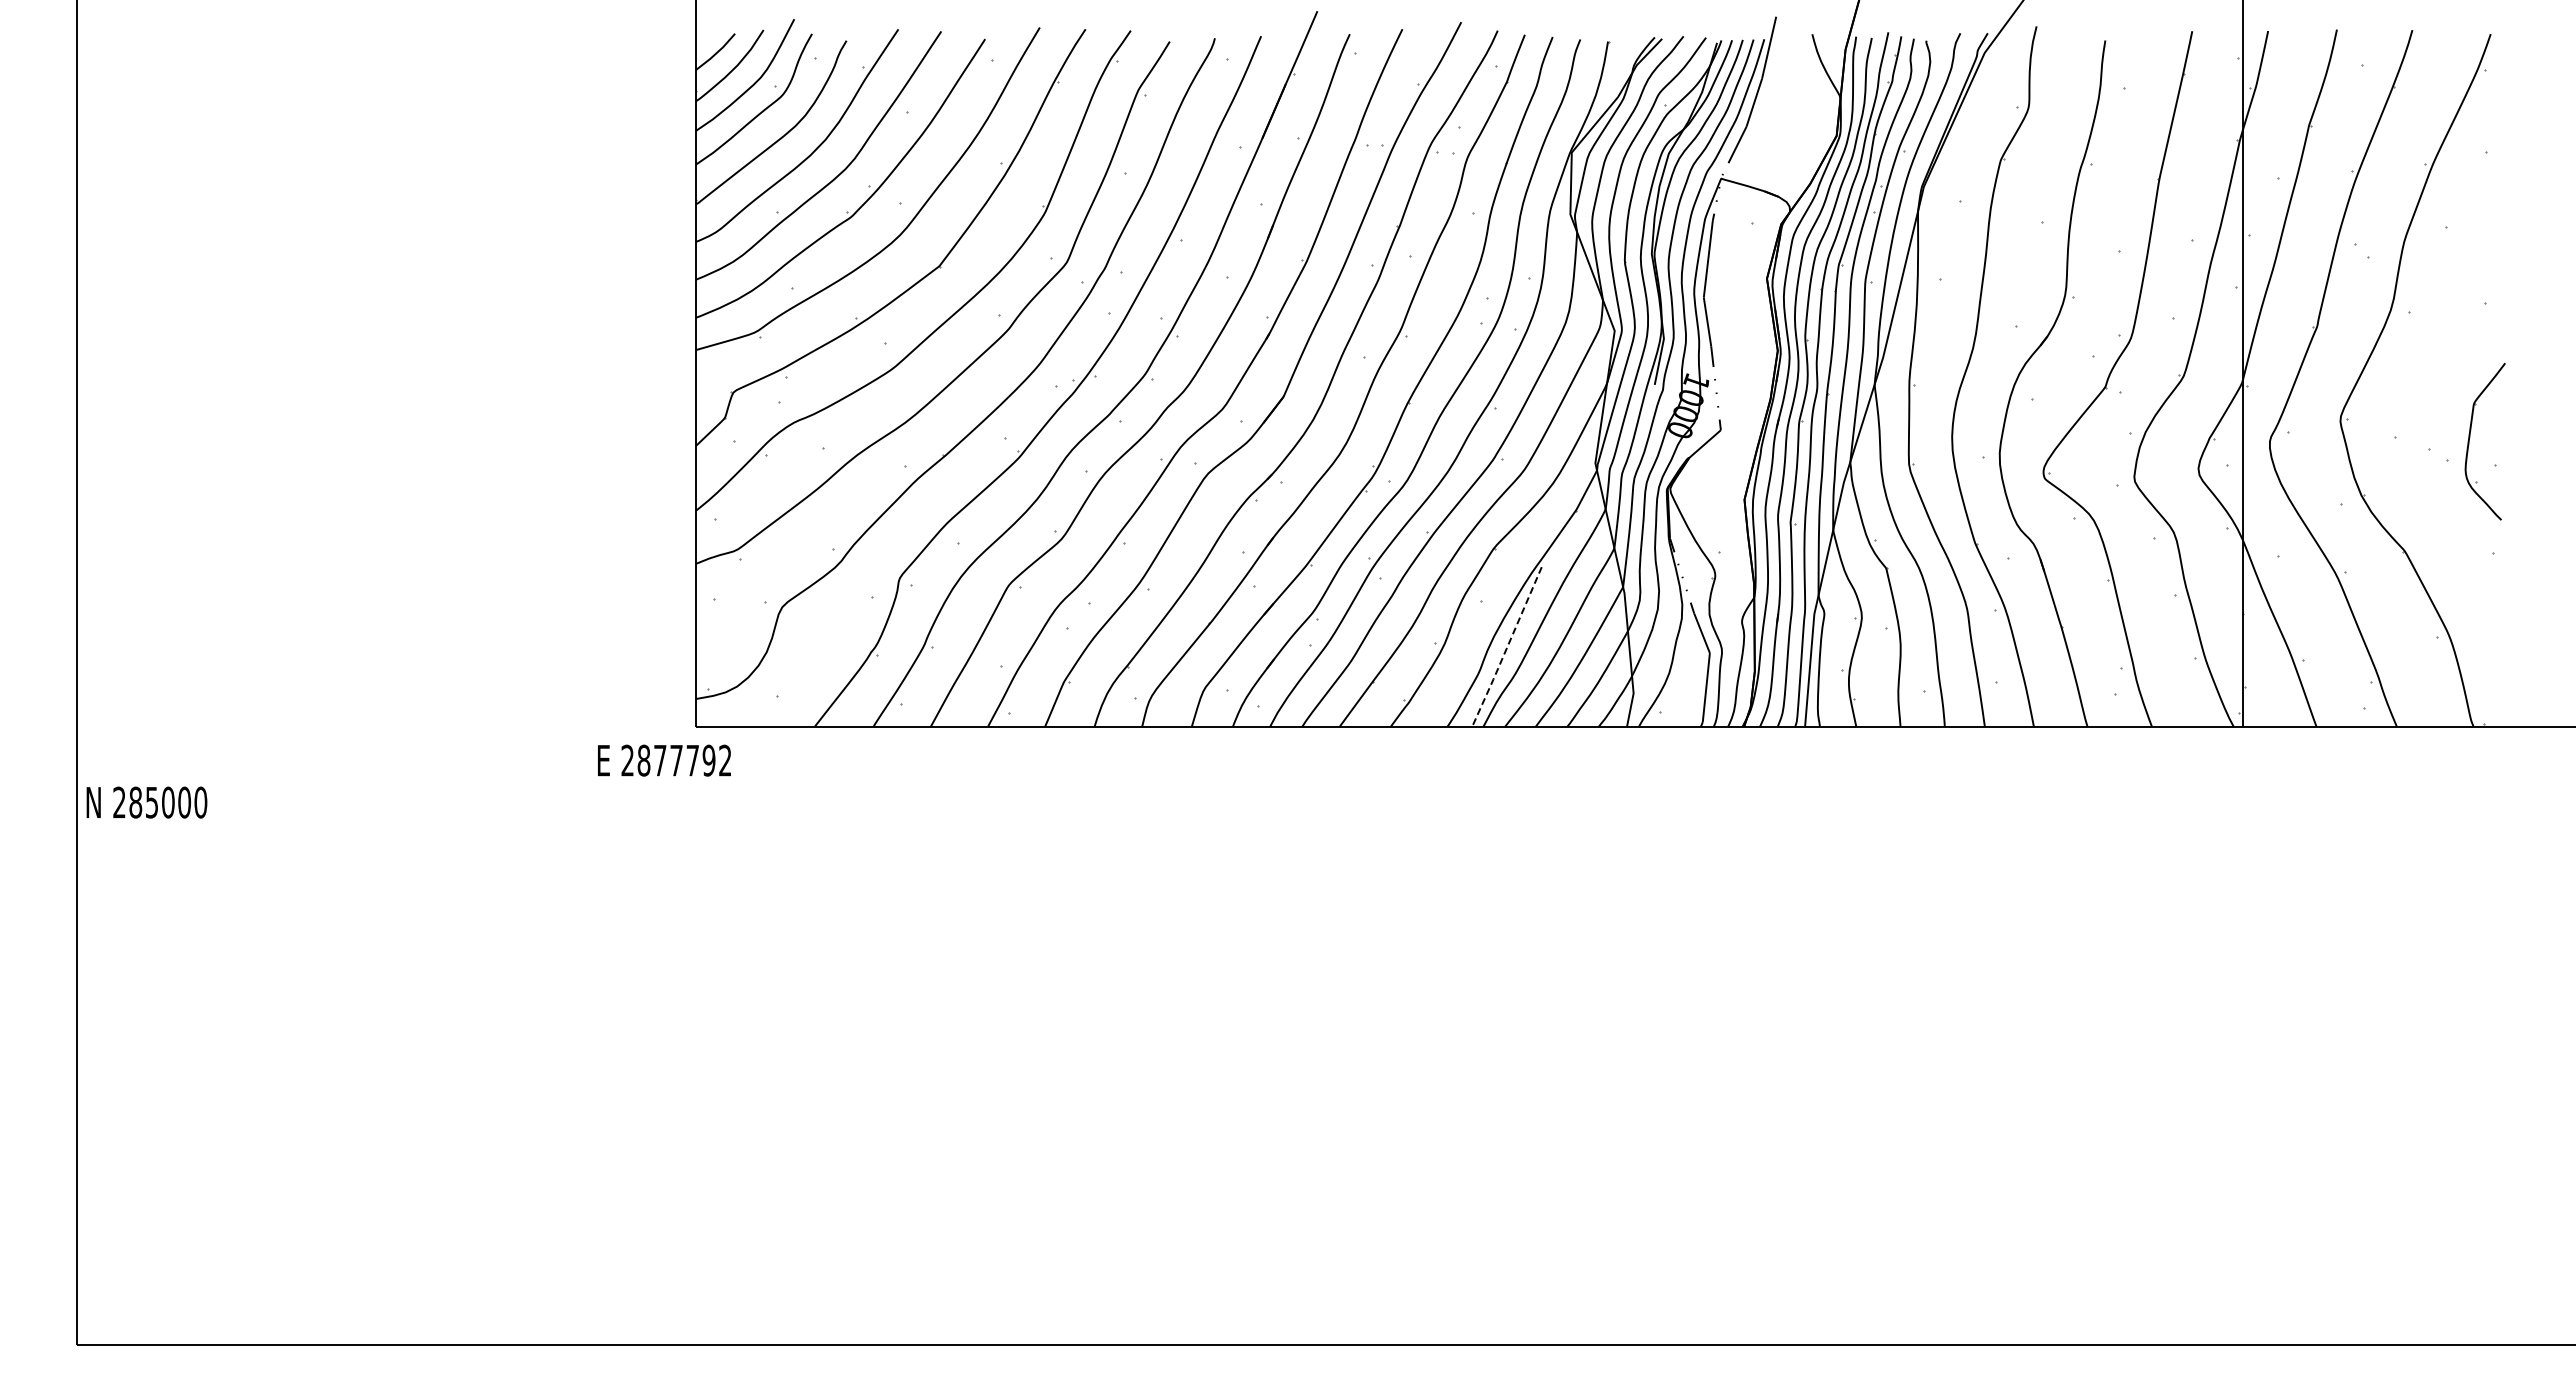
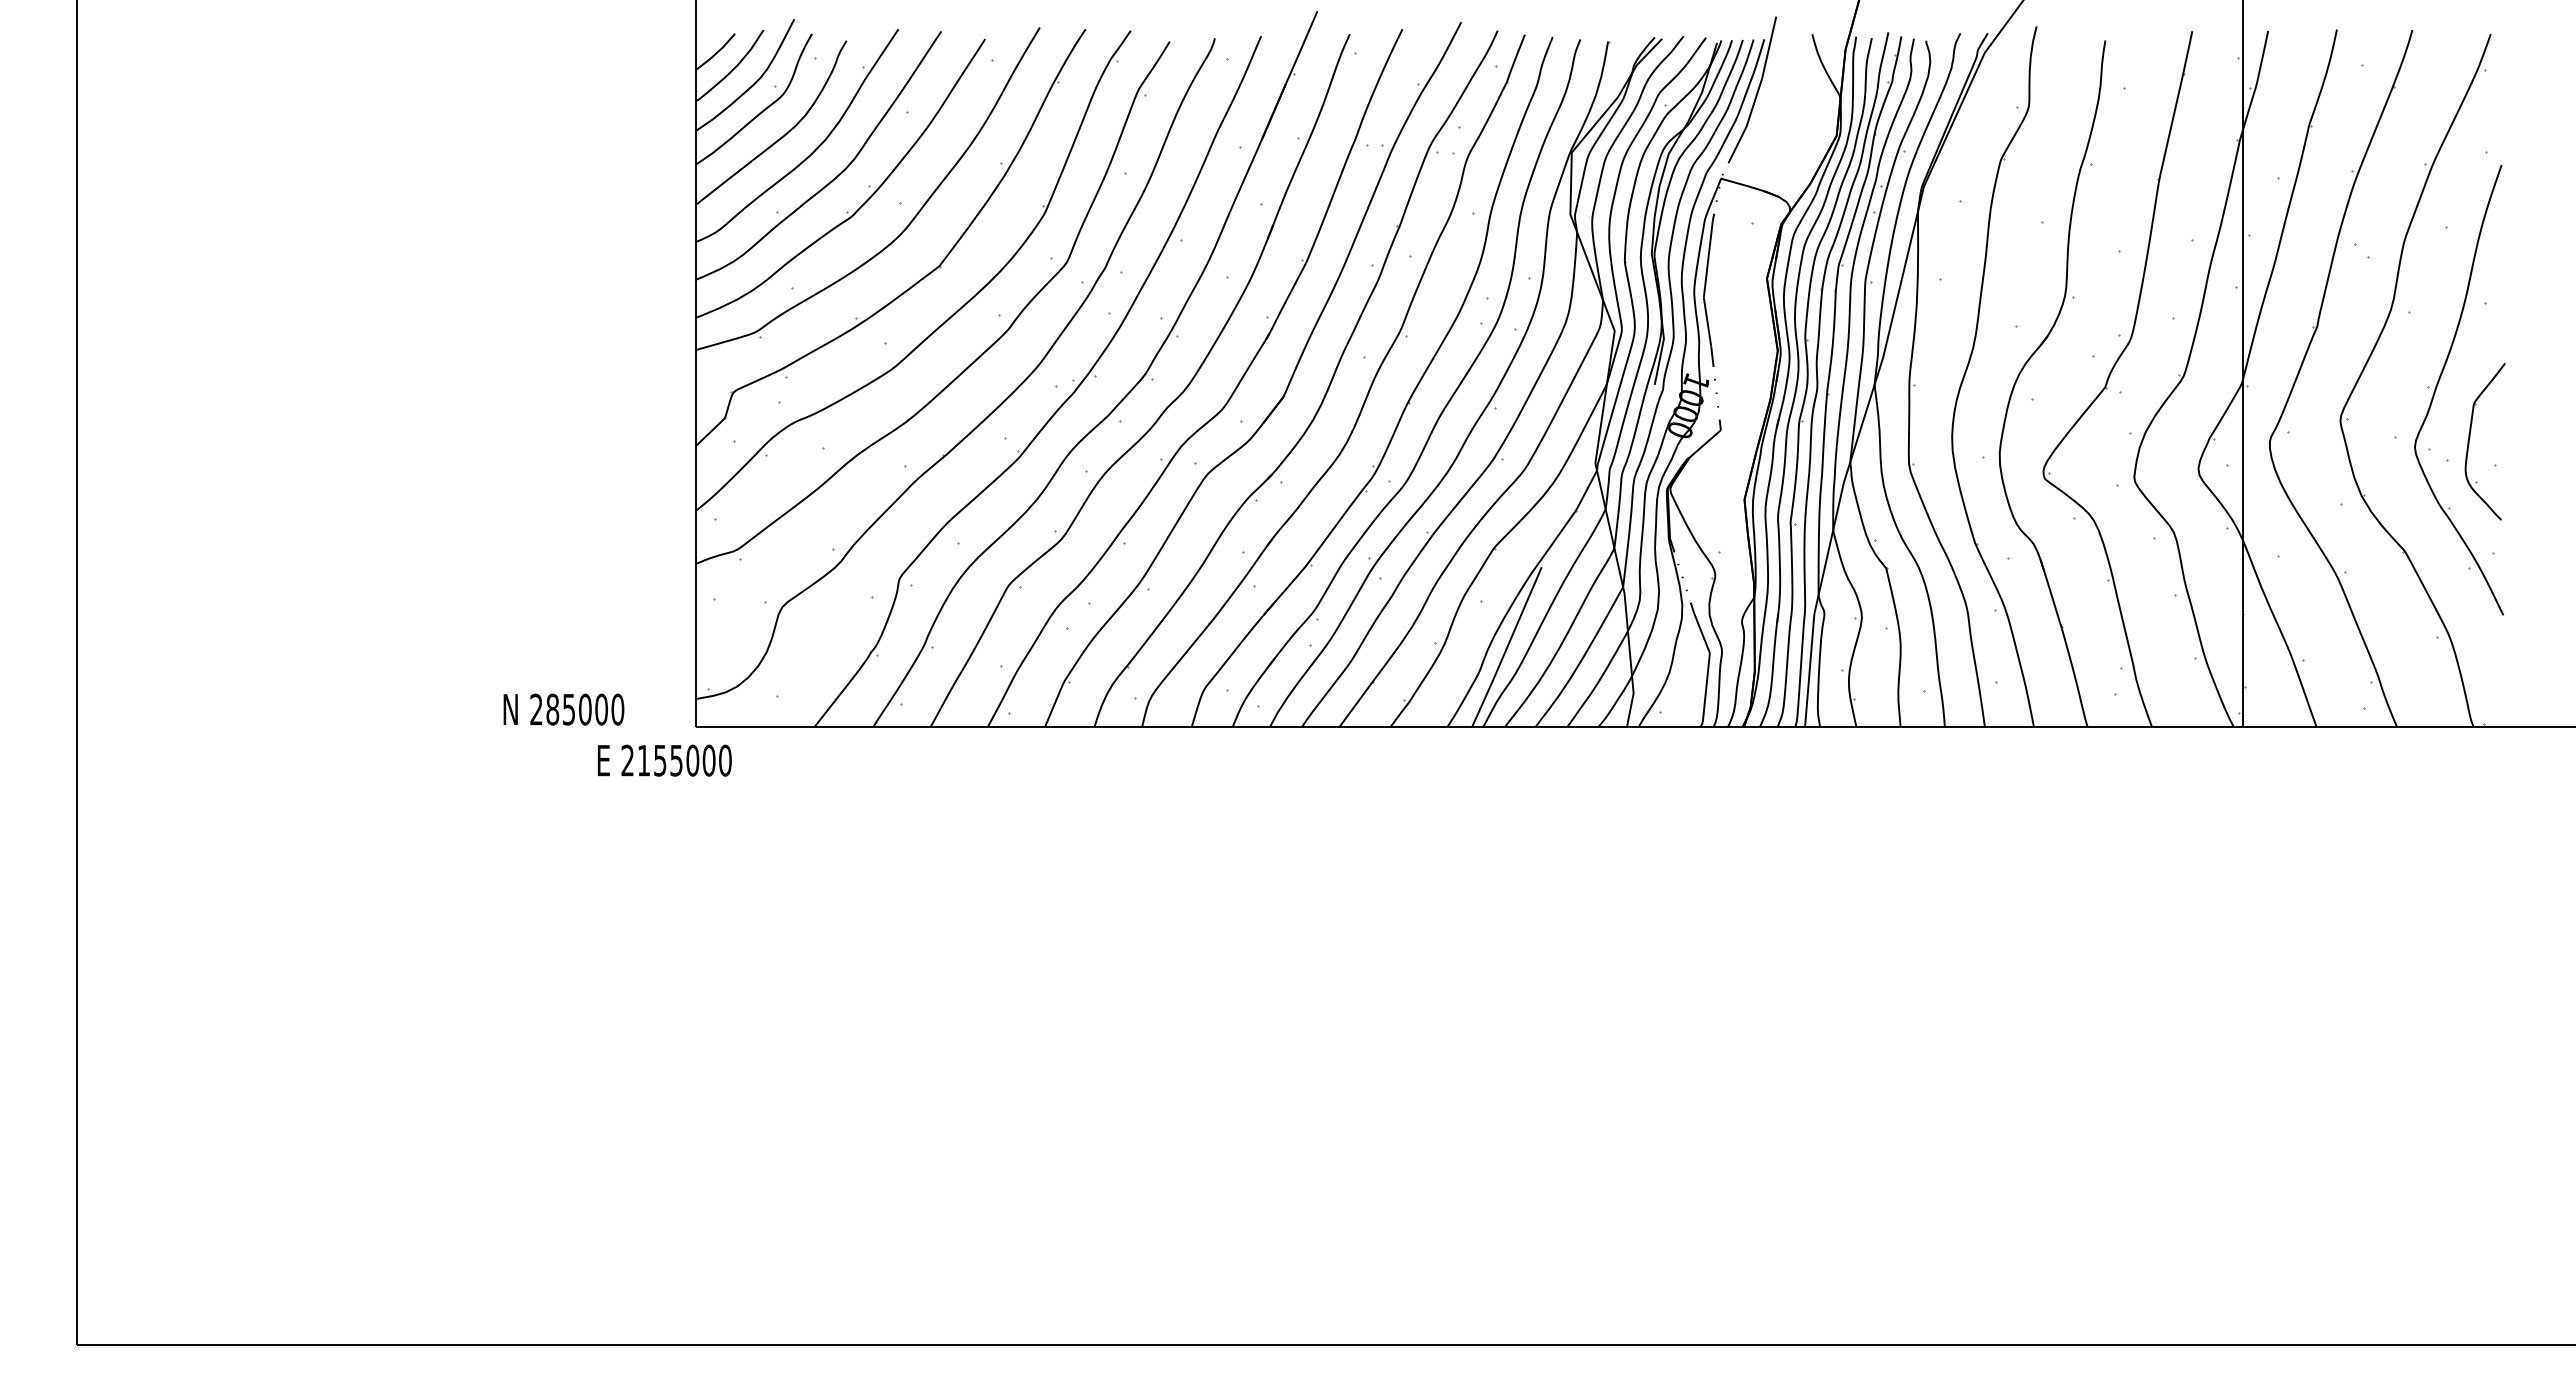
part at (2439, 382): none -> present
line at (1507, 647): dashed -> solid
text at (684, 760): 2877792 -> 2155000
text at (146, 802) position: (146, 802) -> (563, 709)
